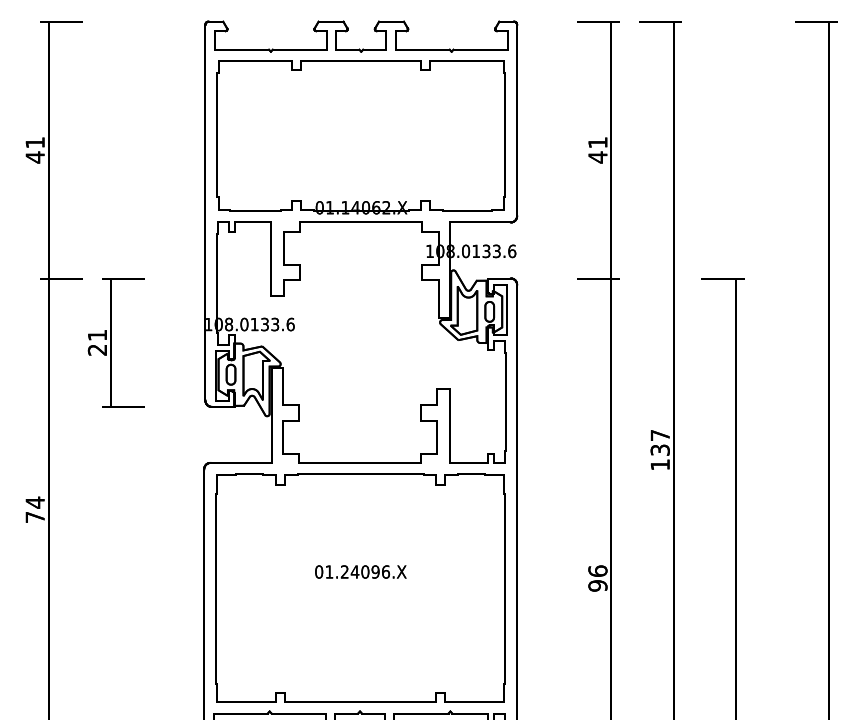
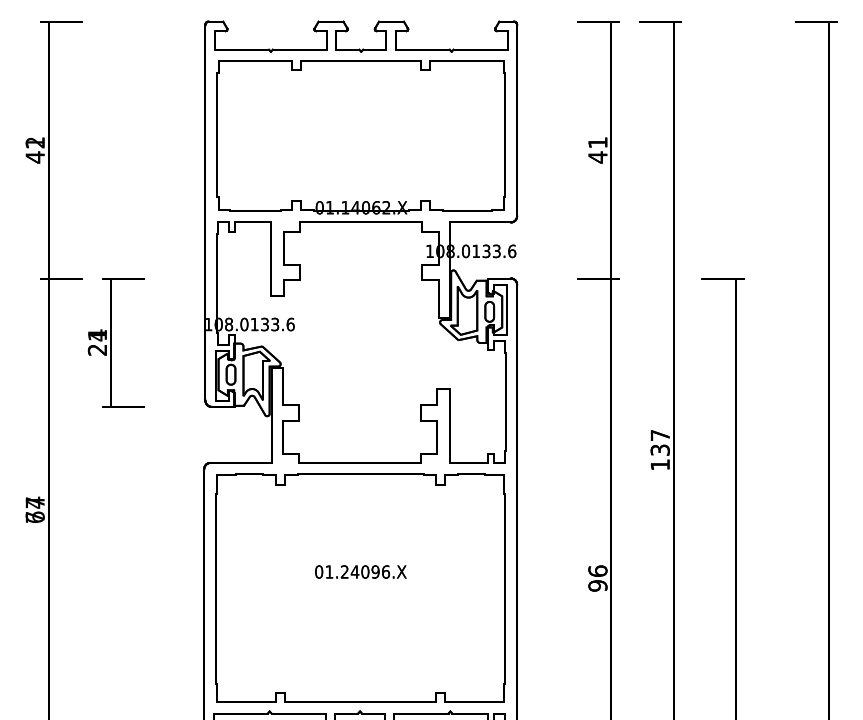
text at (34, 142): 41 -> 42
text at (97, 335): 21 -> 24
text at (34, 509): 74 -> 67
